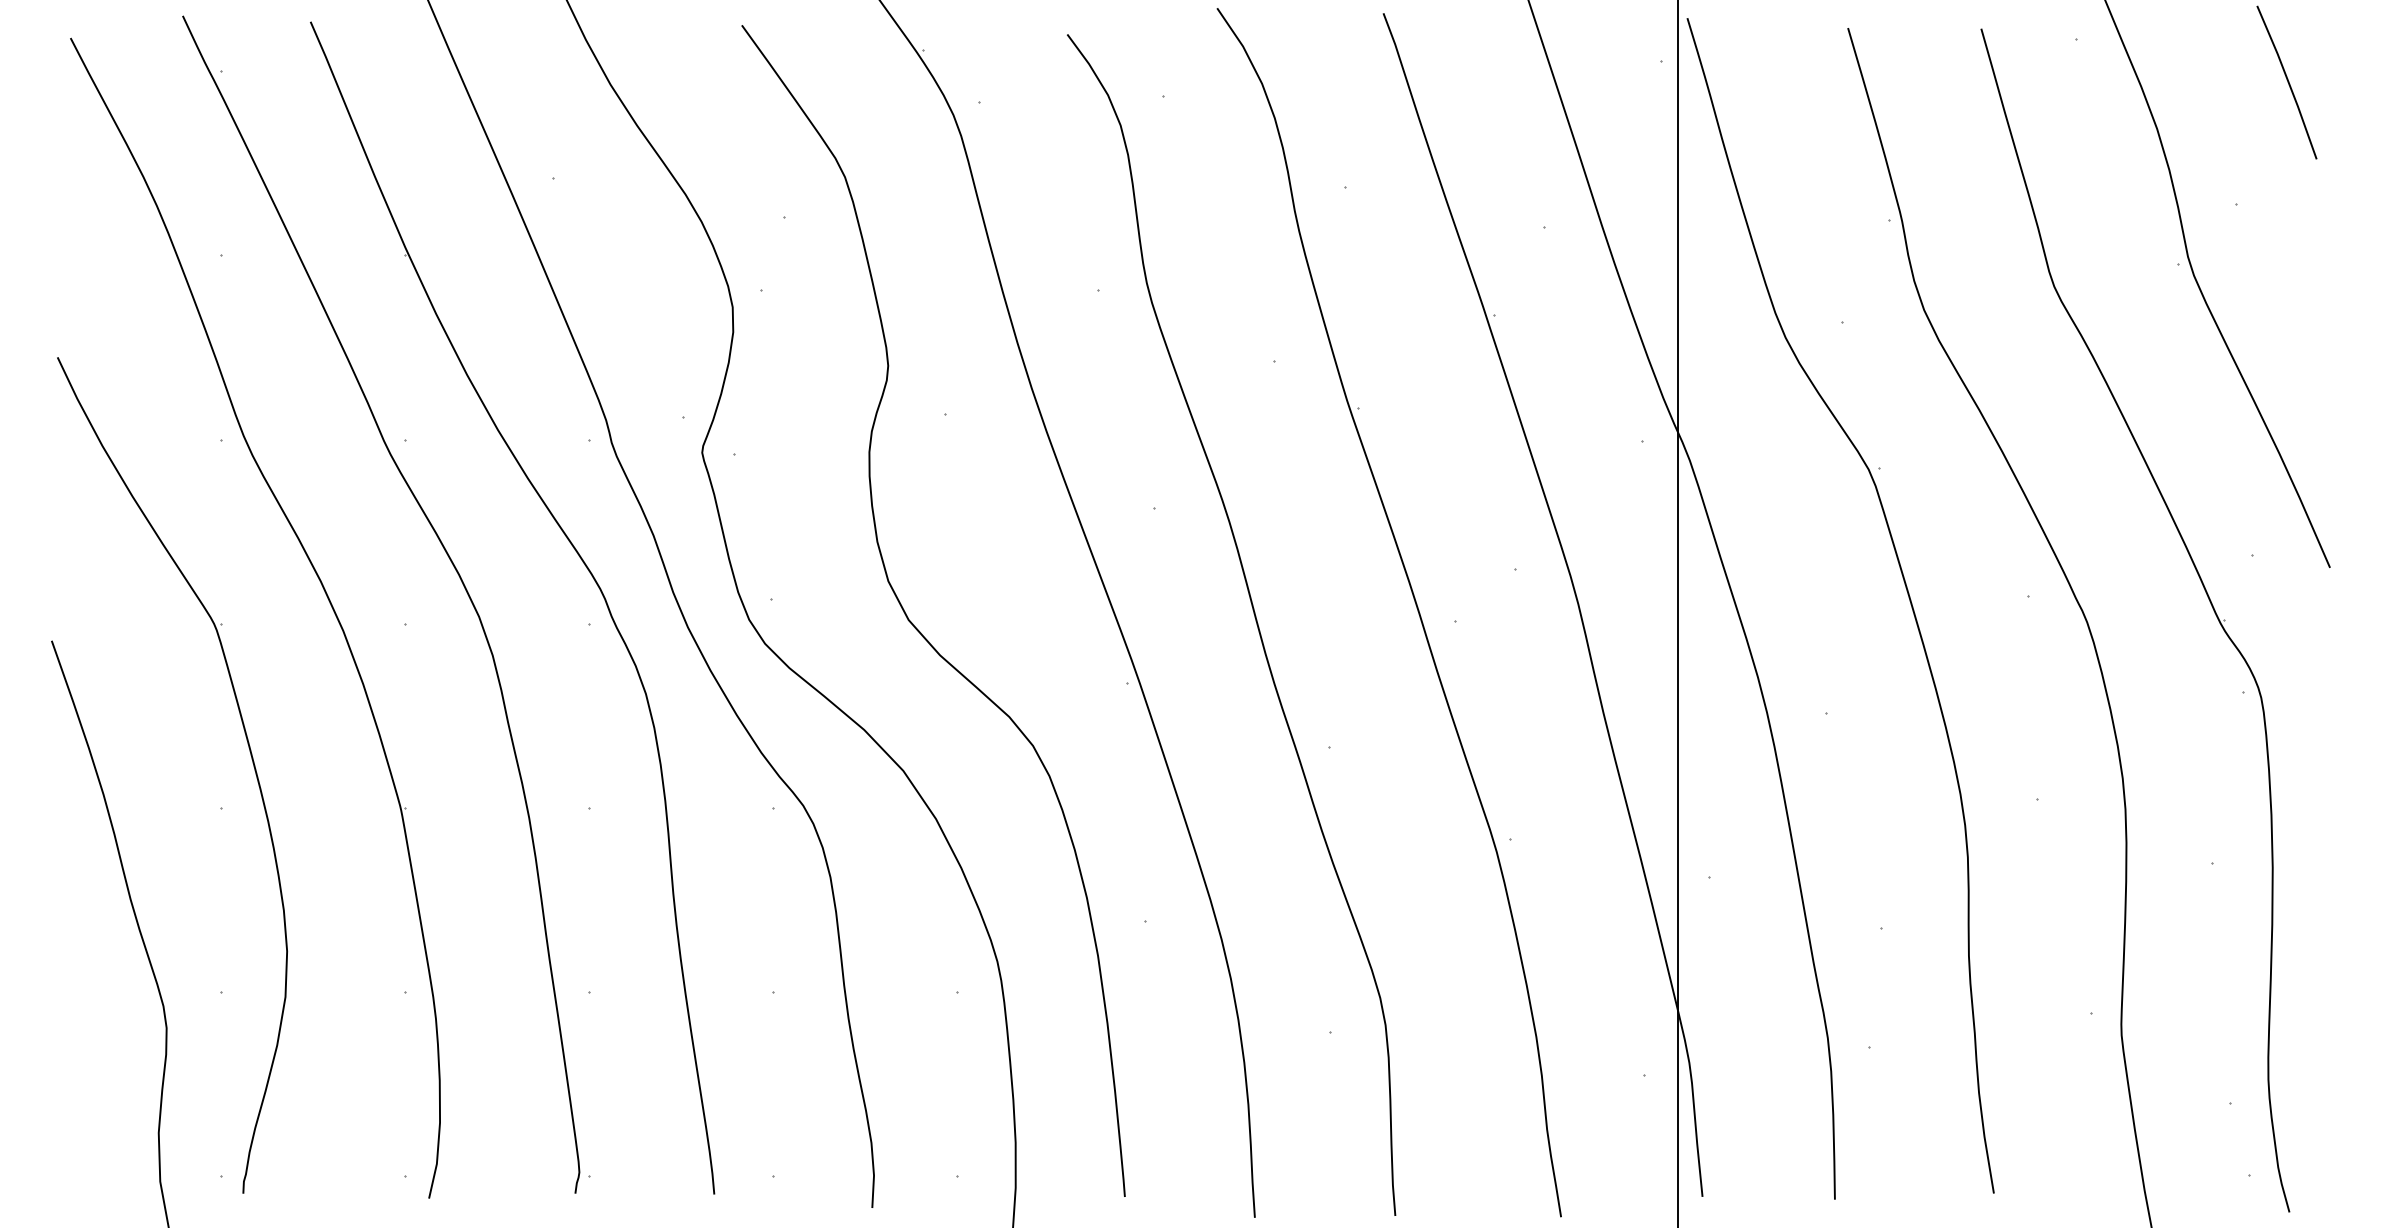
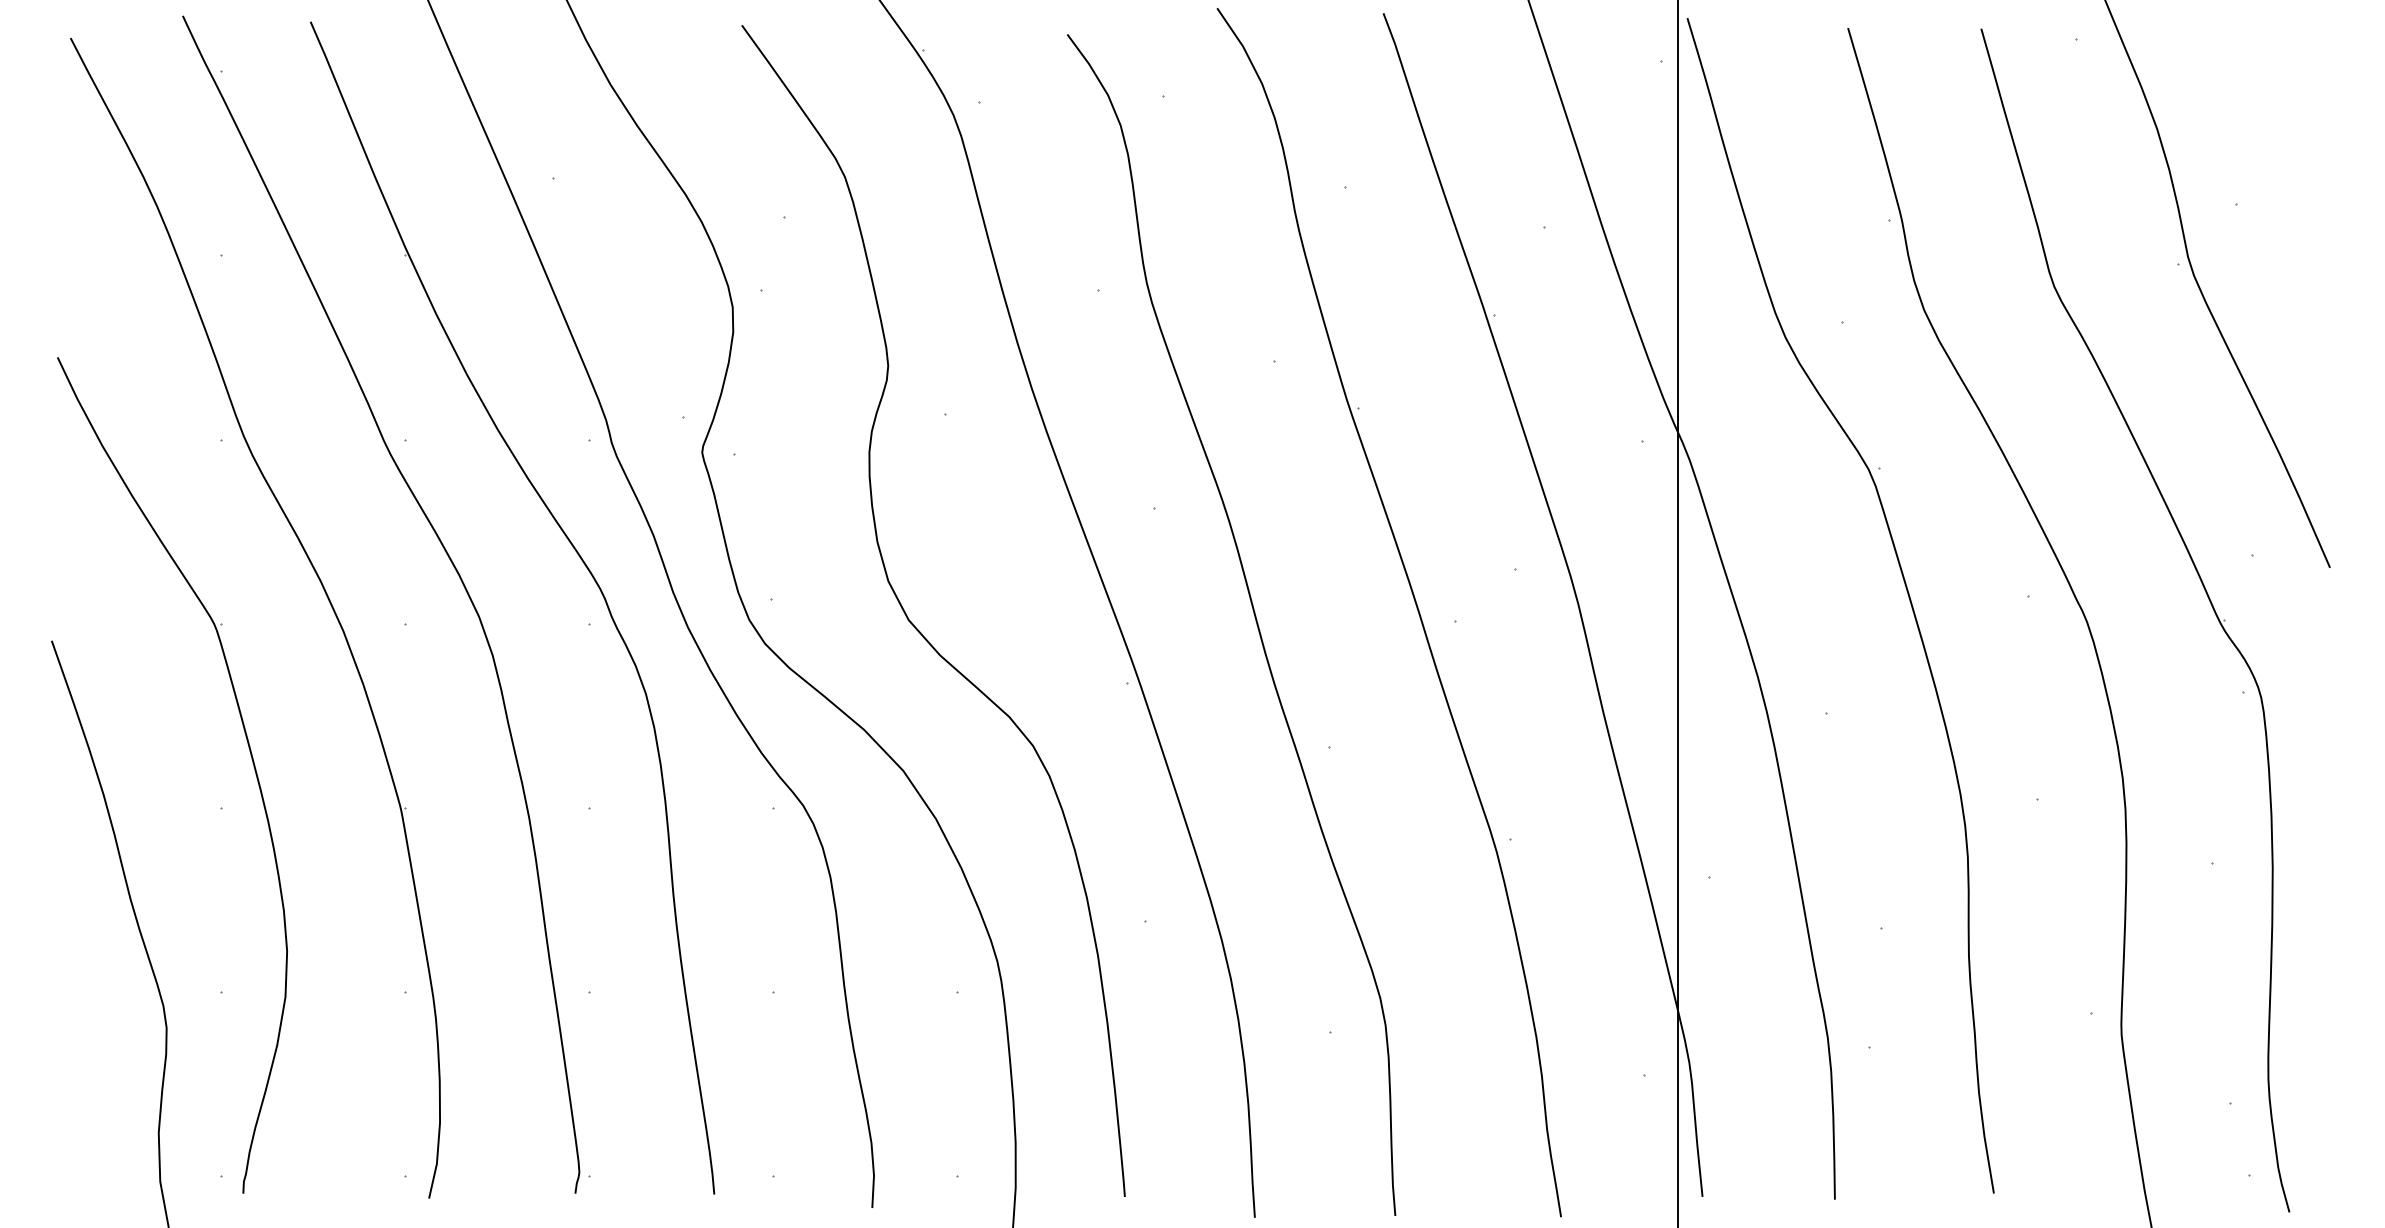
line at (2287, 82): present -> none
